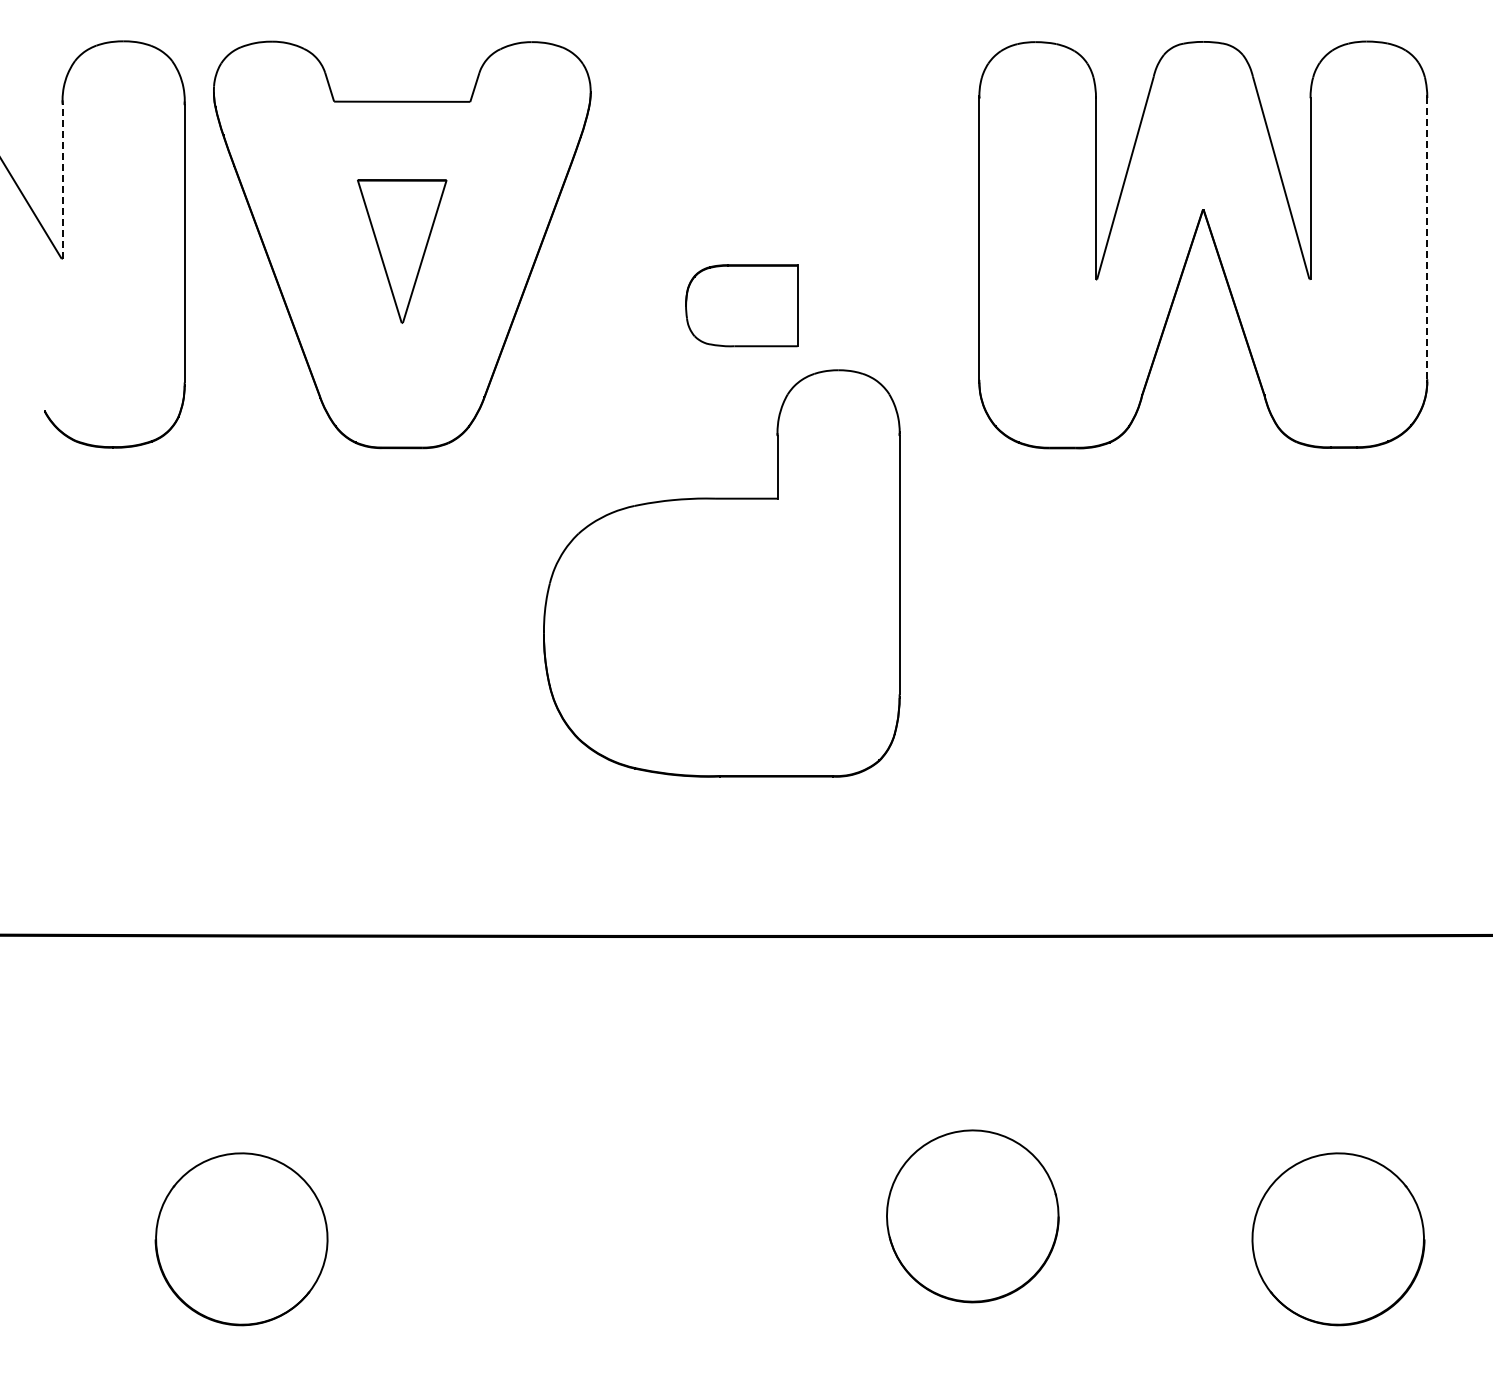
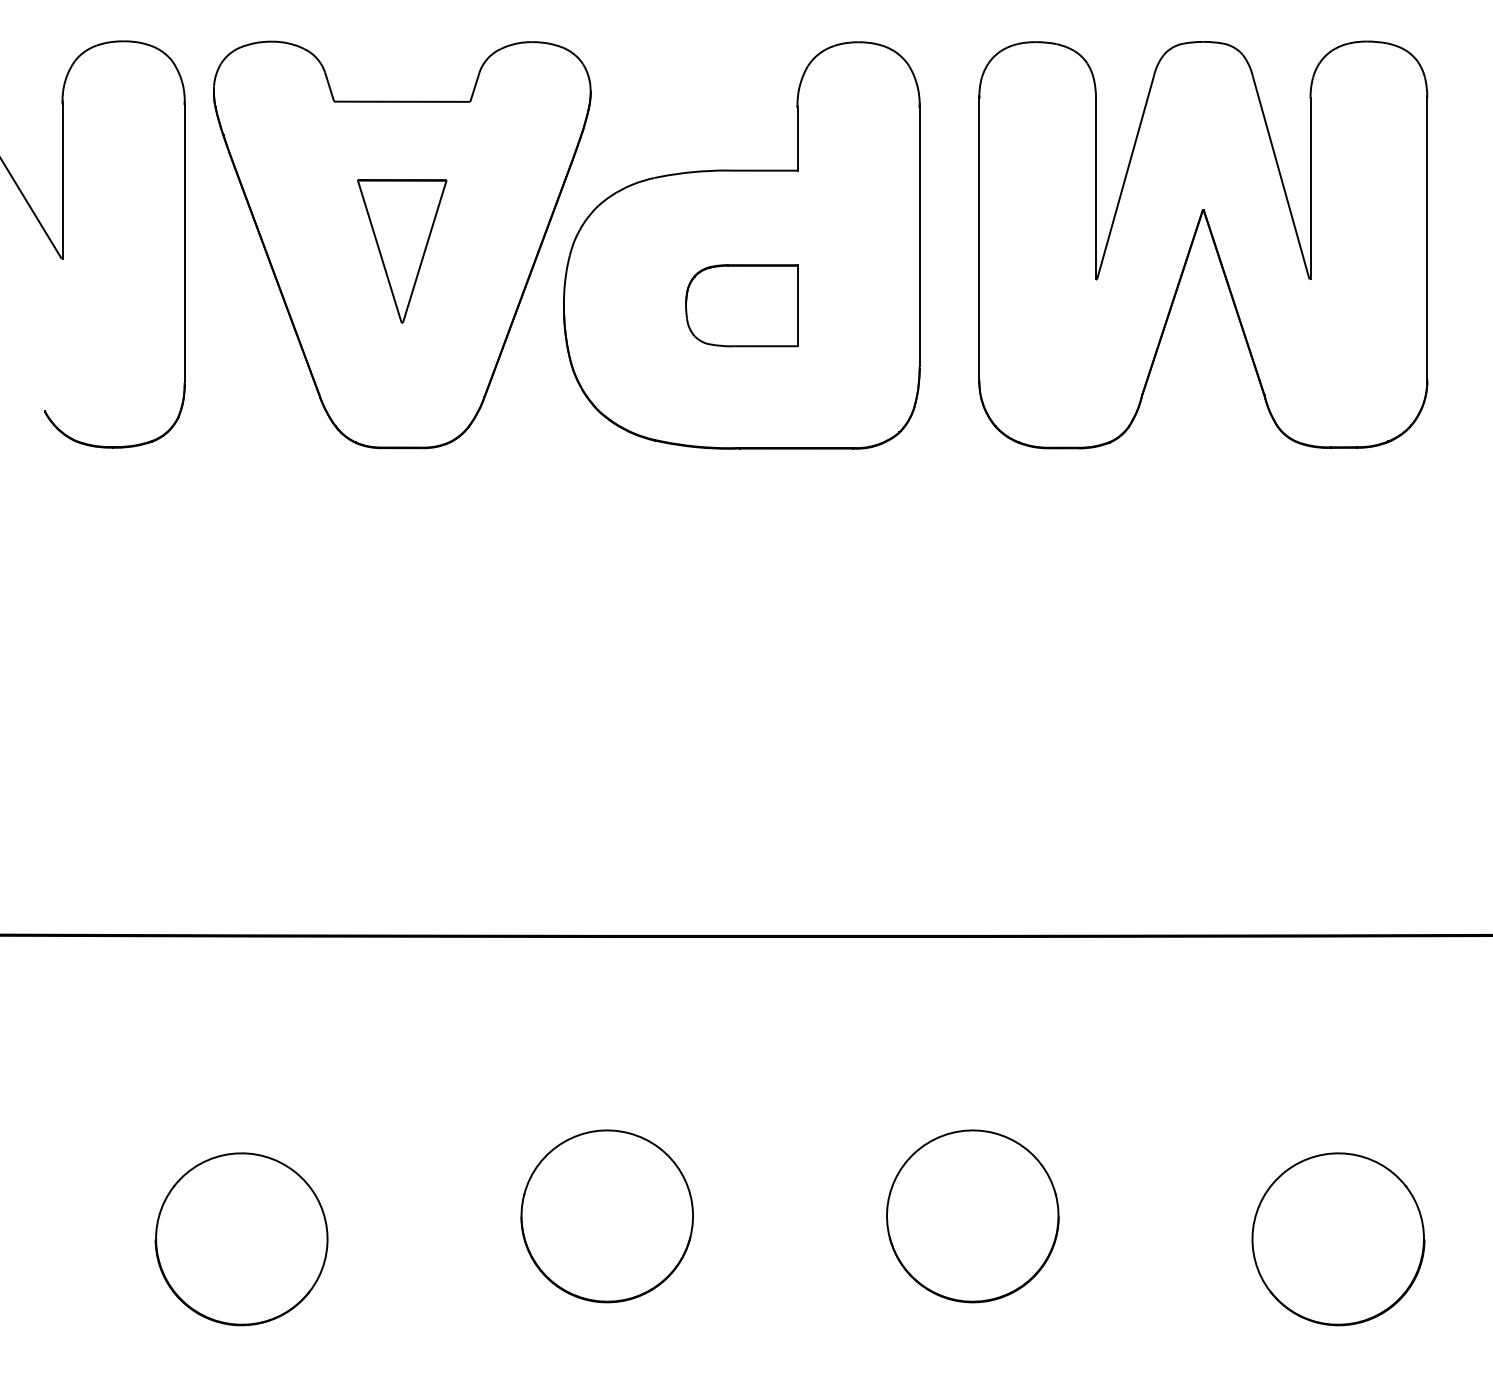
line at (62, 181): dashed -> solid
line at (1427, 238): dashed -> solid
part at (721, 573) position: (721, 573) -> (741, 245)
part at (606, 1216): none -> present
